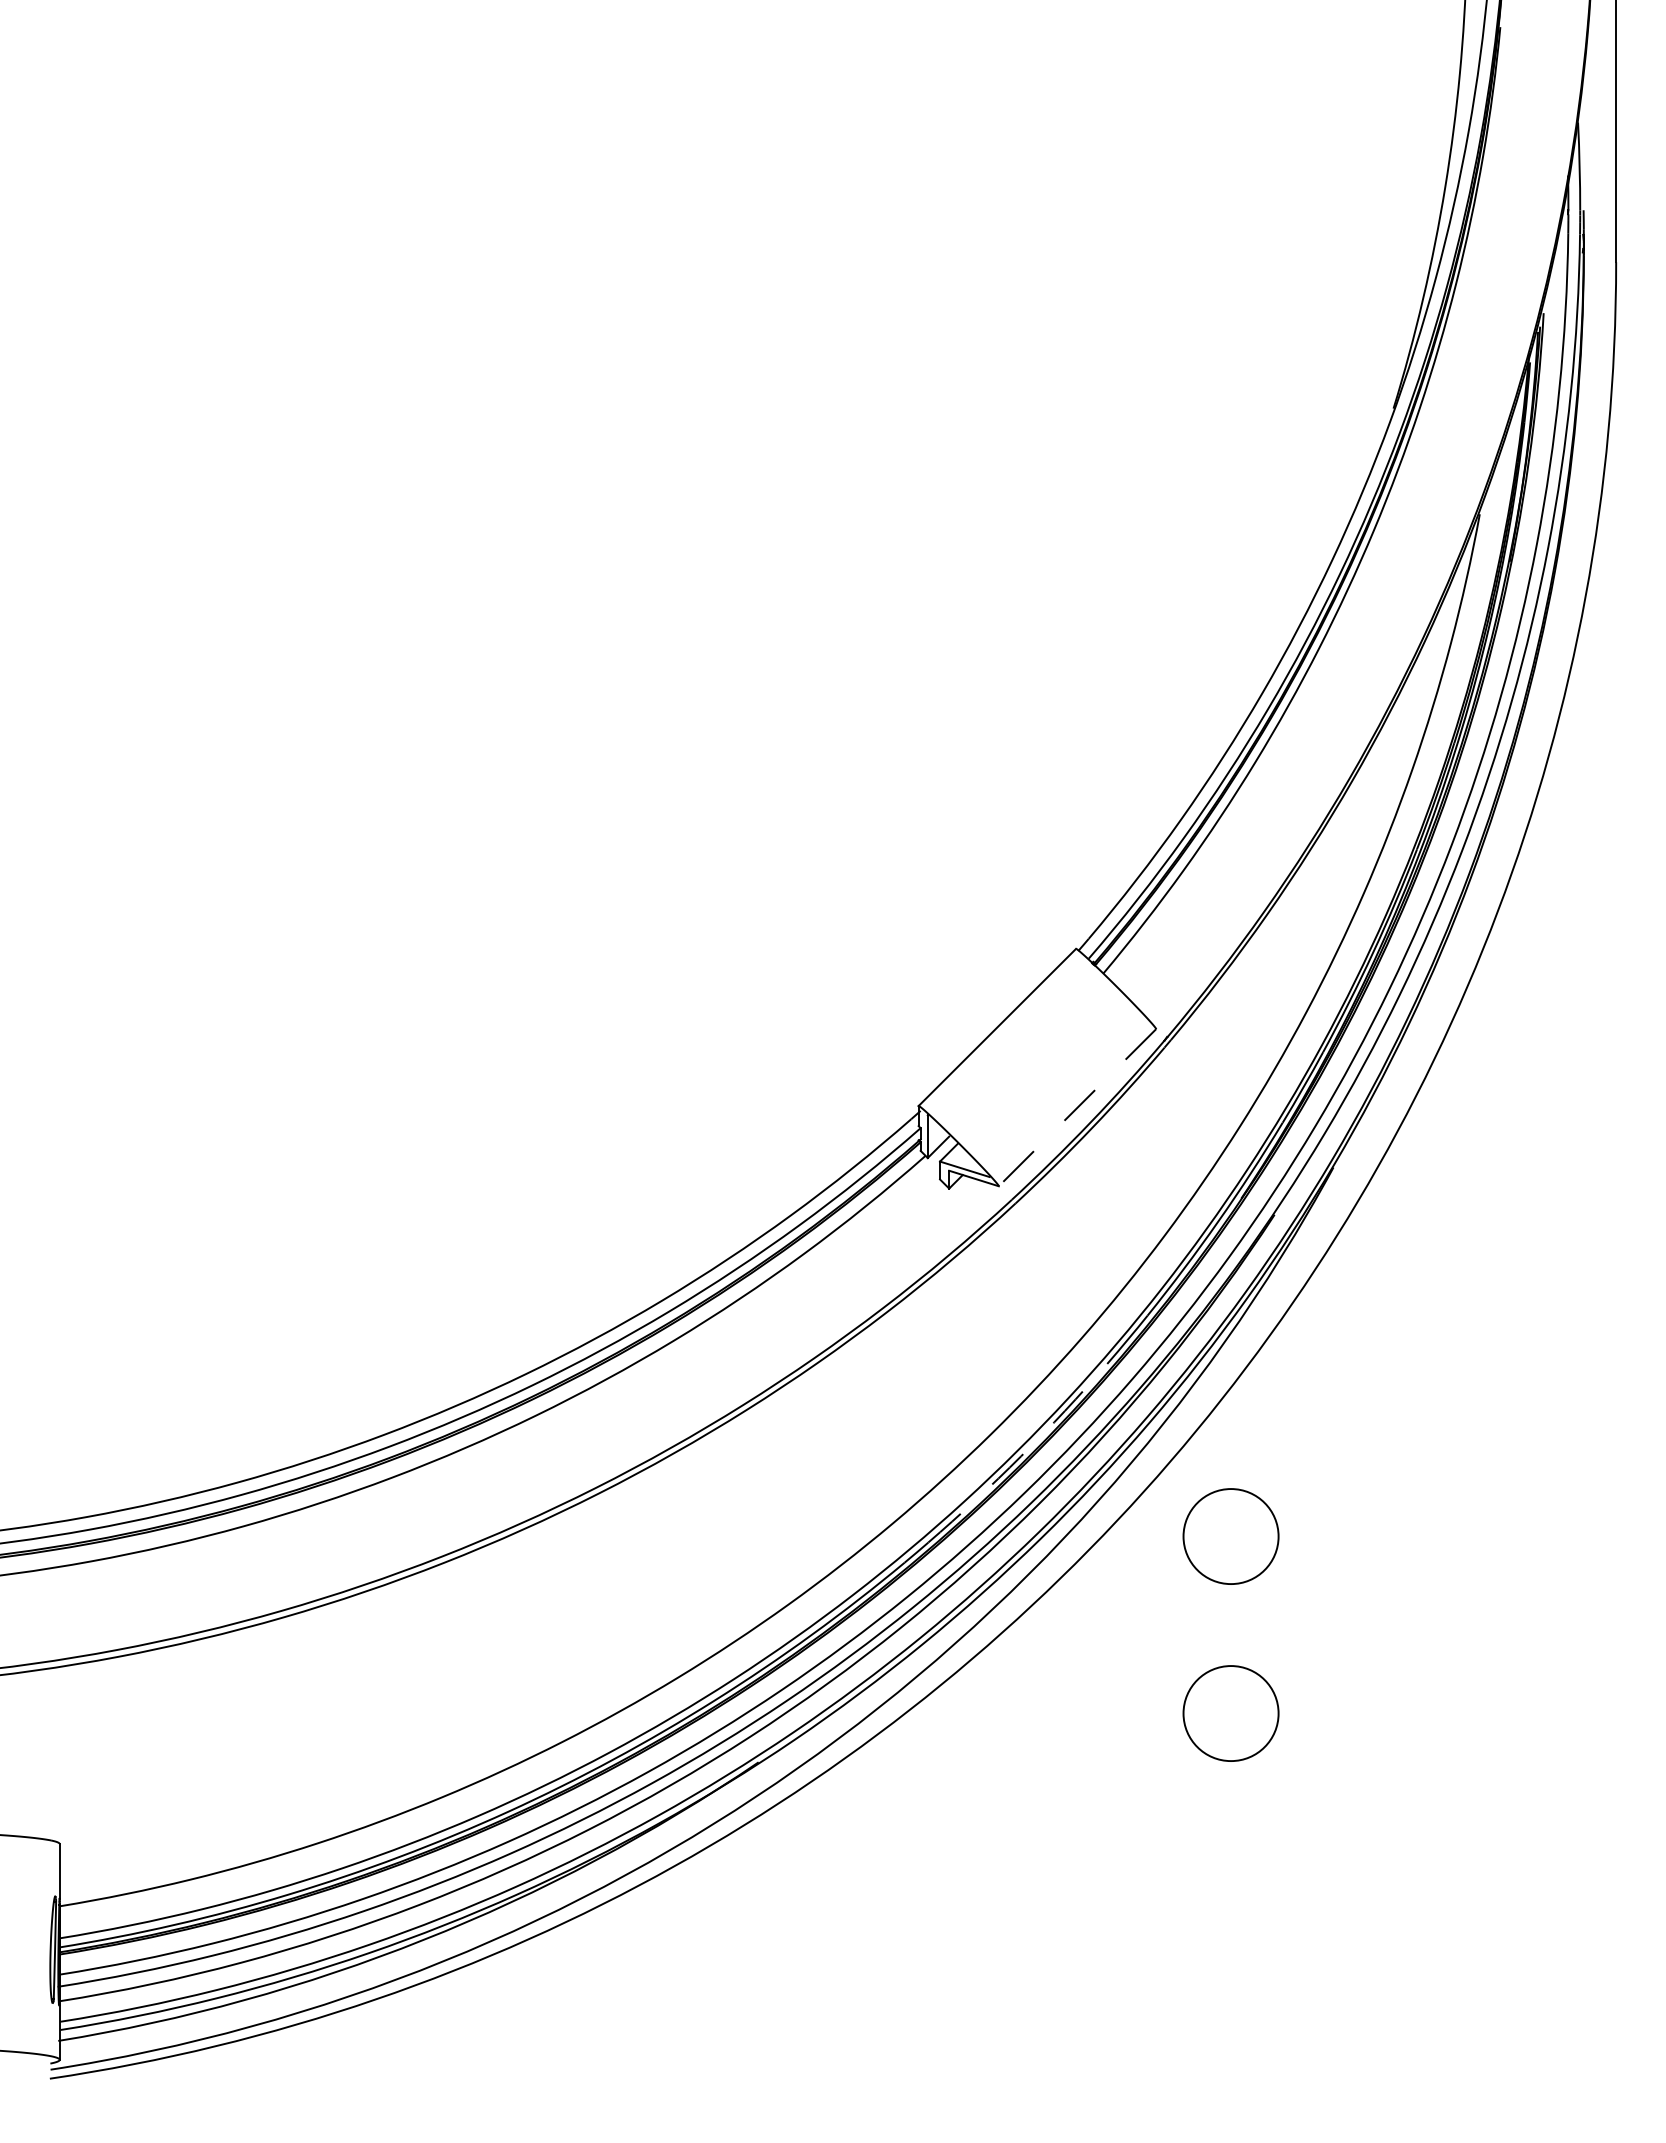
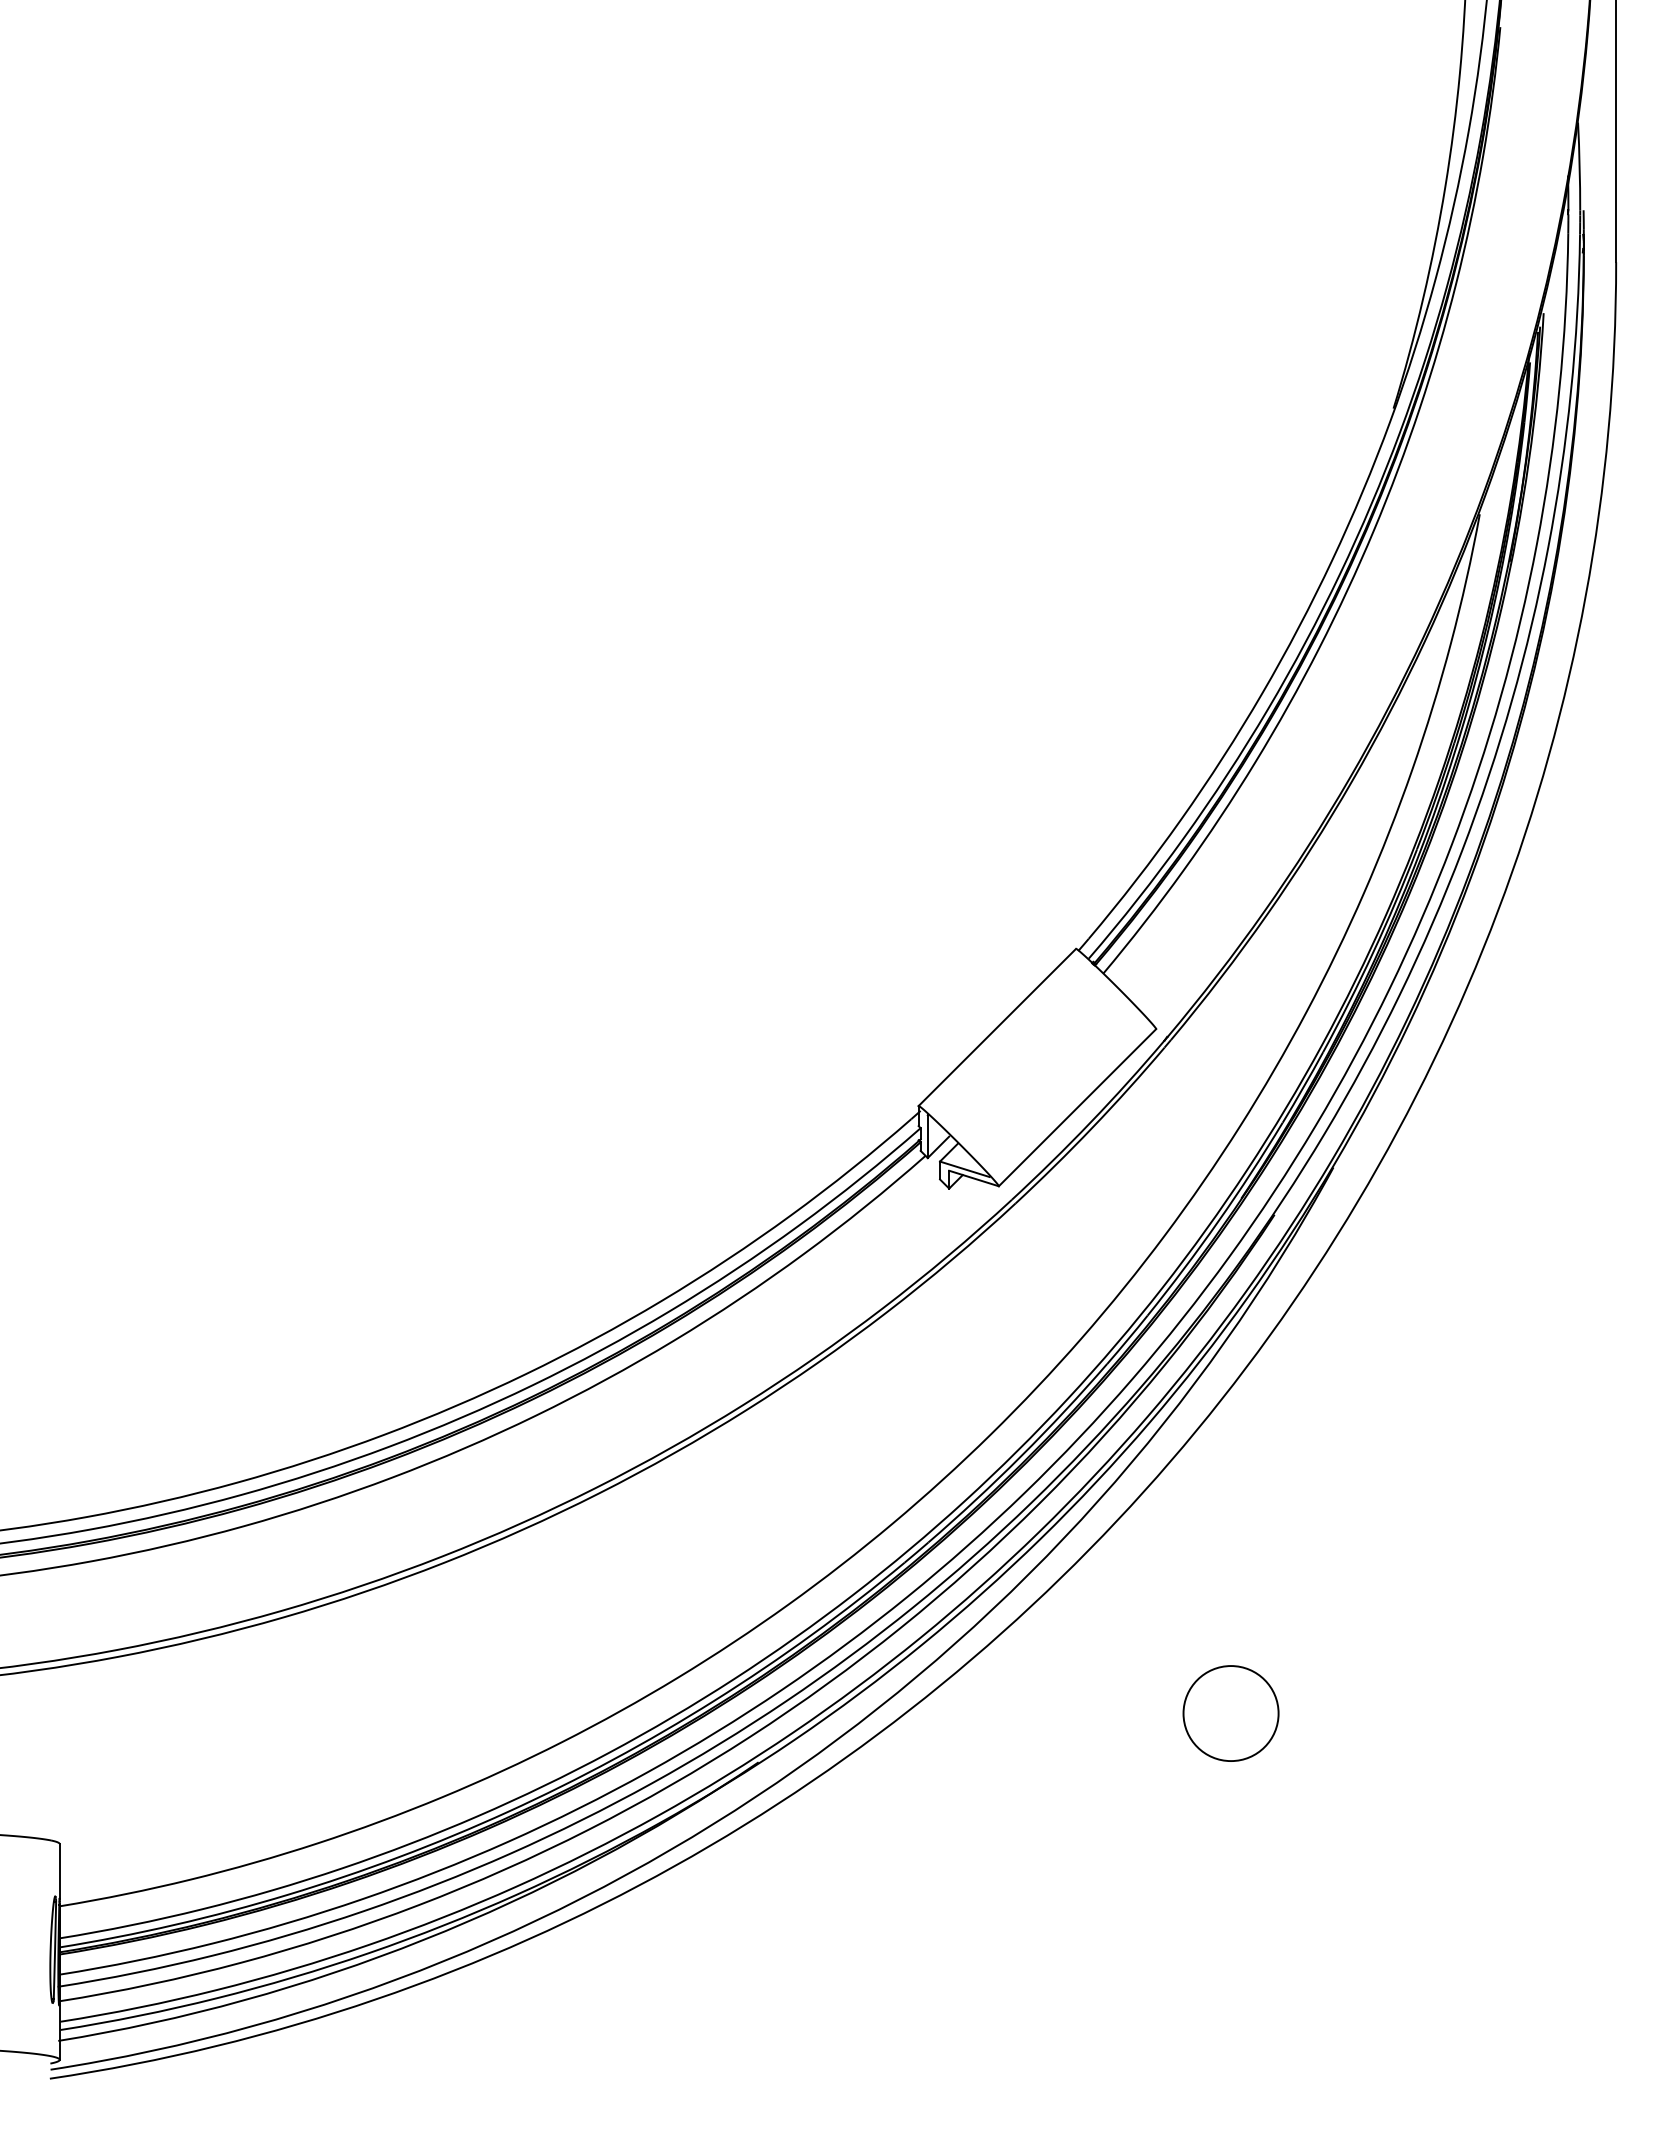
line at (1077, 1108): dashed -> solid
arc at (1021, 1456): dashed -> solid
circle at (1230, 1536): present -> none
